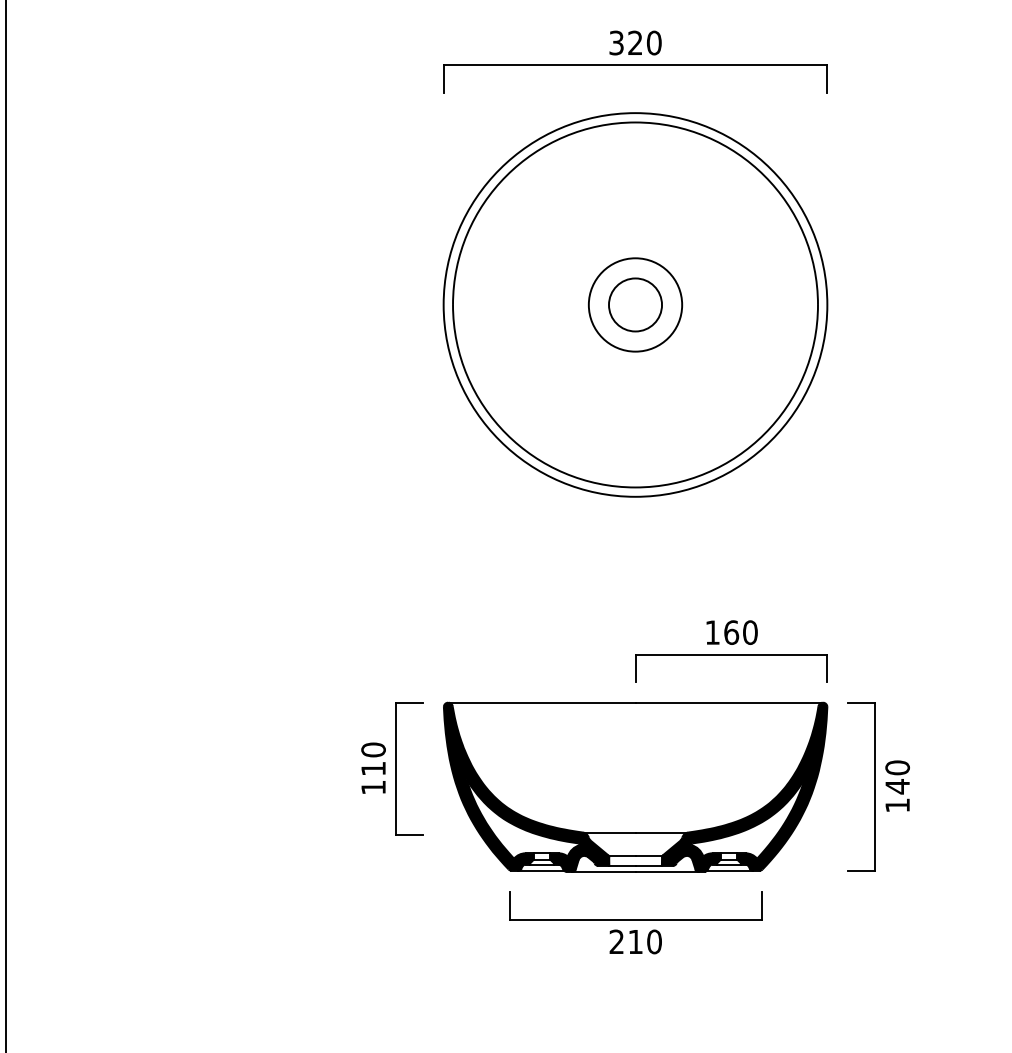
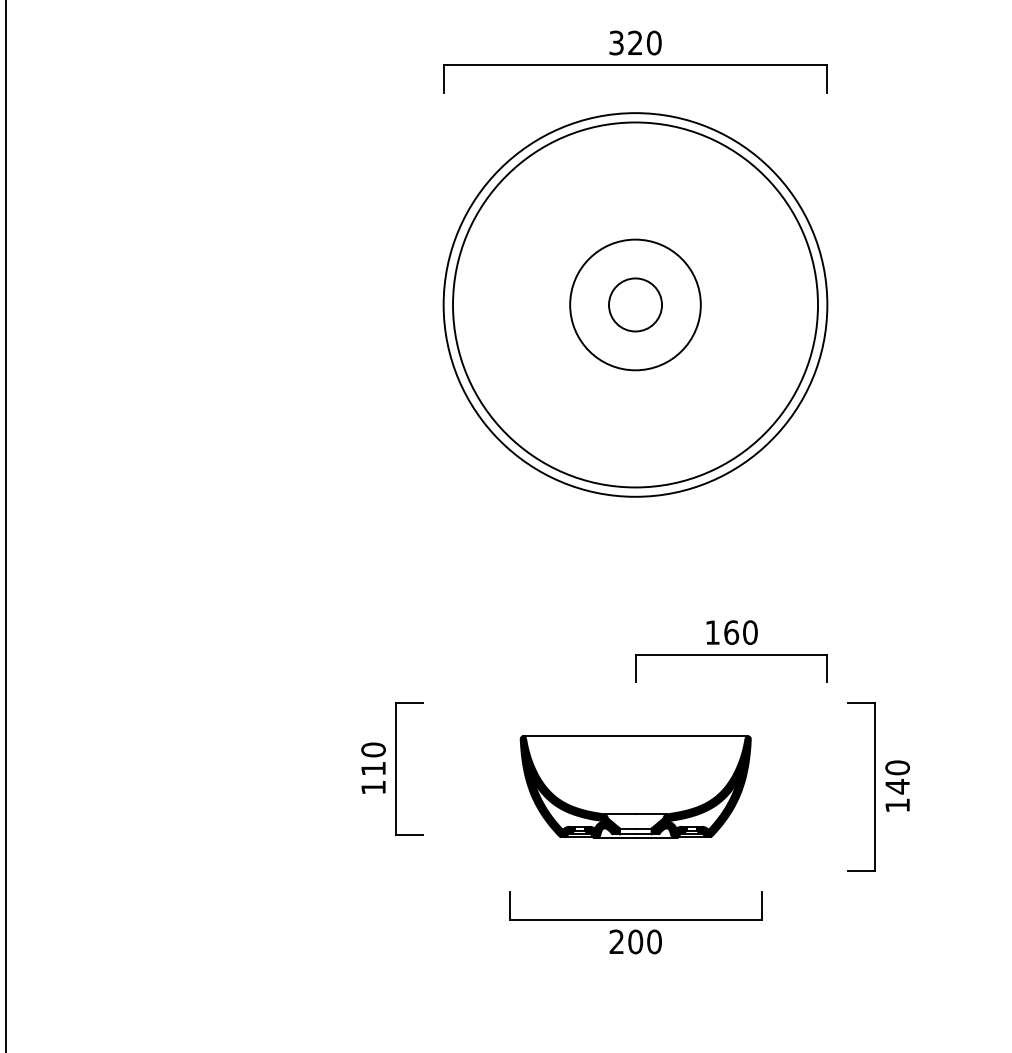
circle at (635, 304) diameter: 93 px -> 131 px
part at (635, 786) size: 386x172 px -> 233x104 px
text at (635, 941): 210 -> 200
